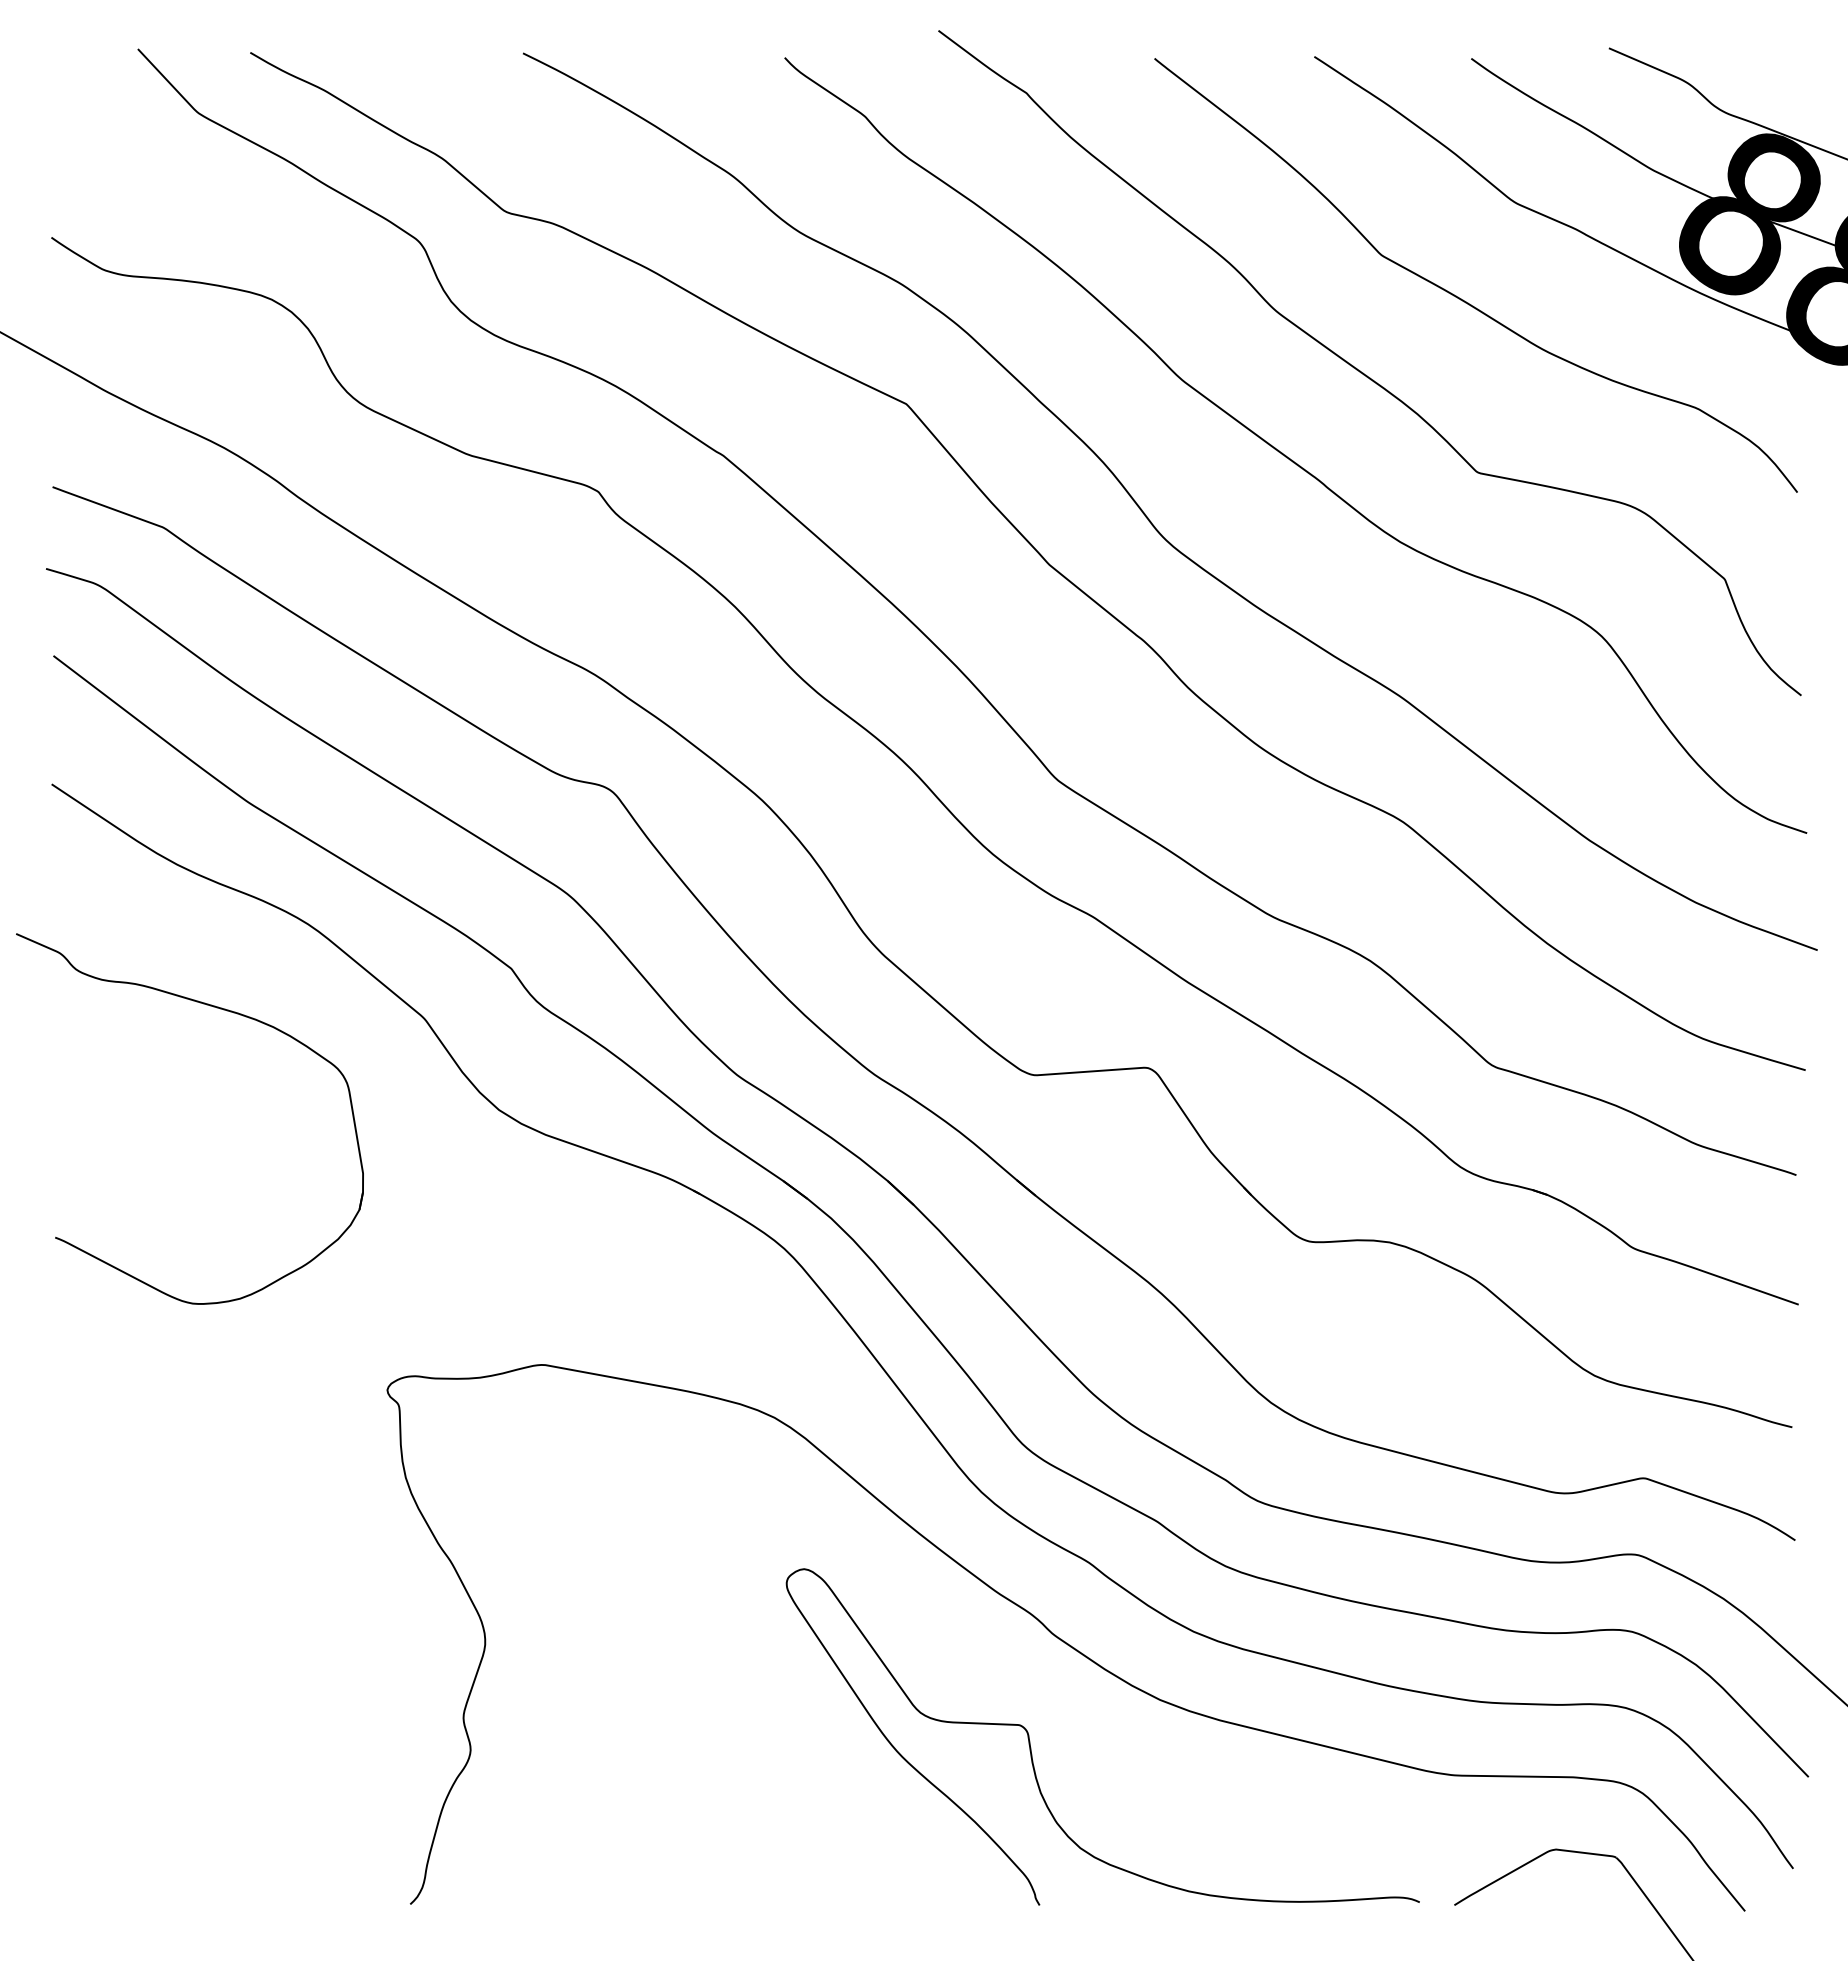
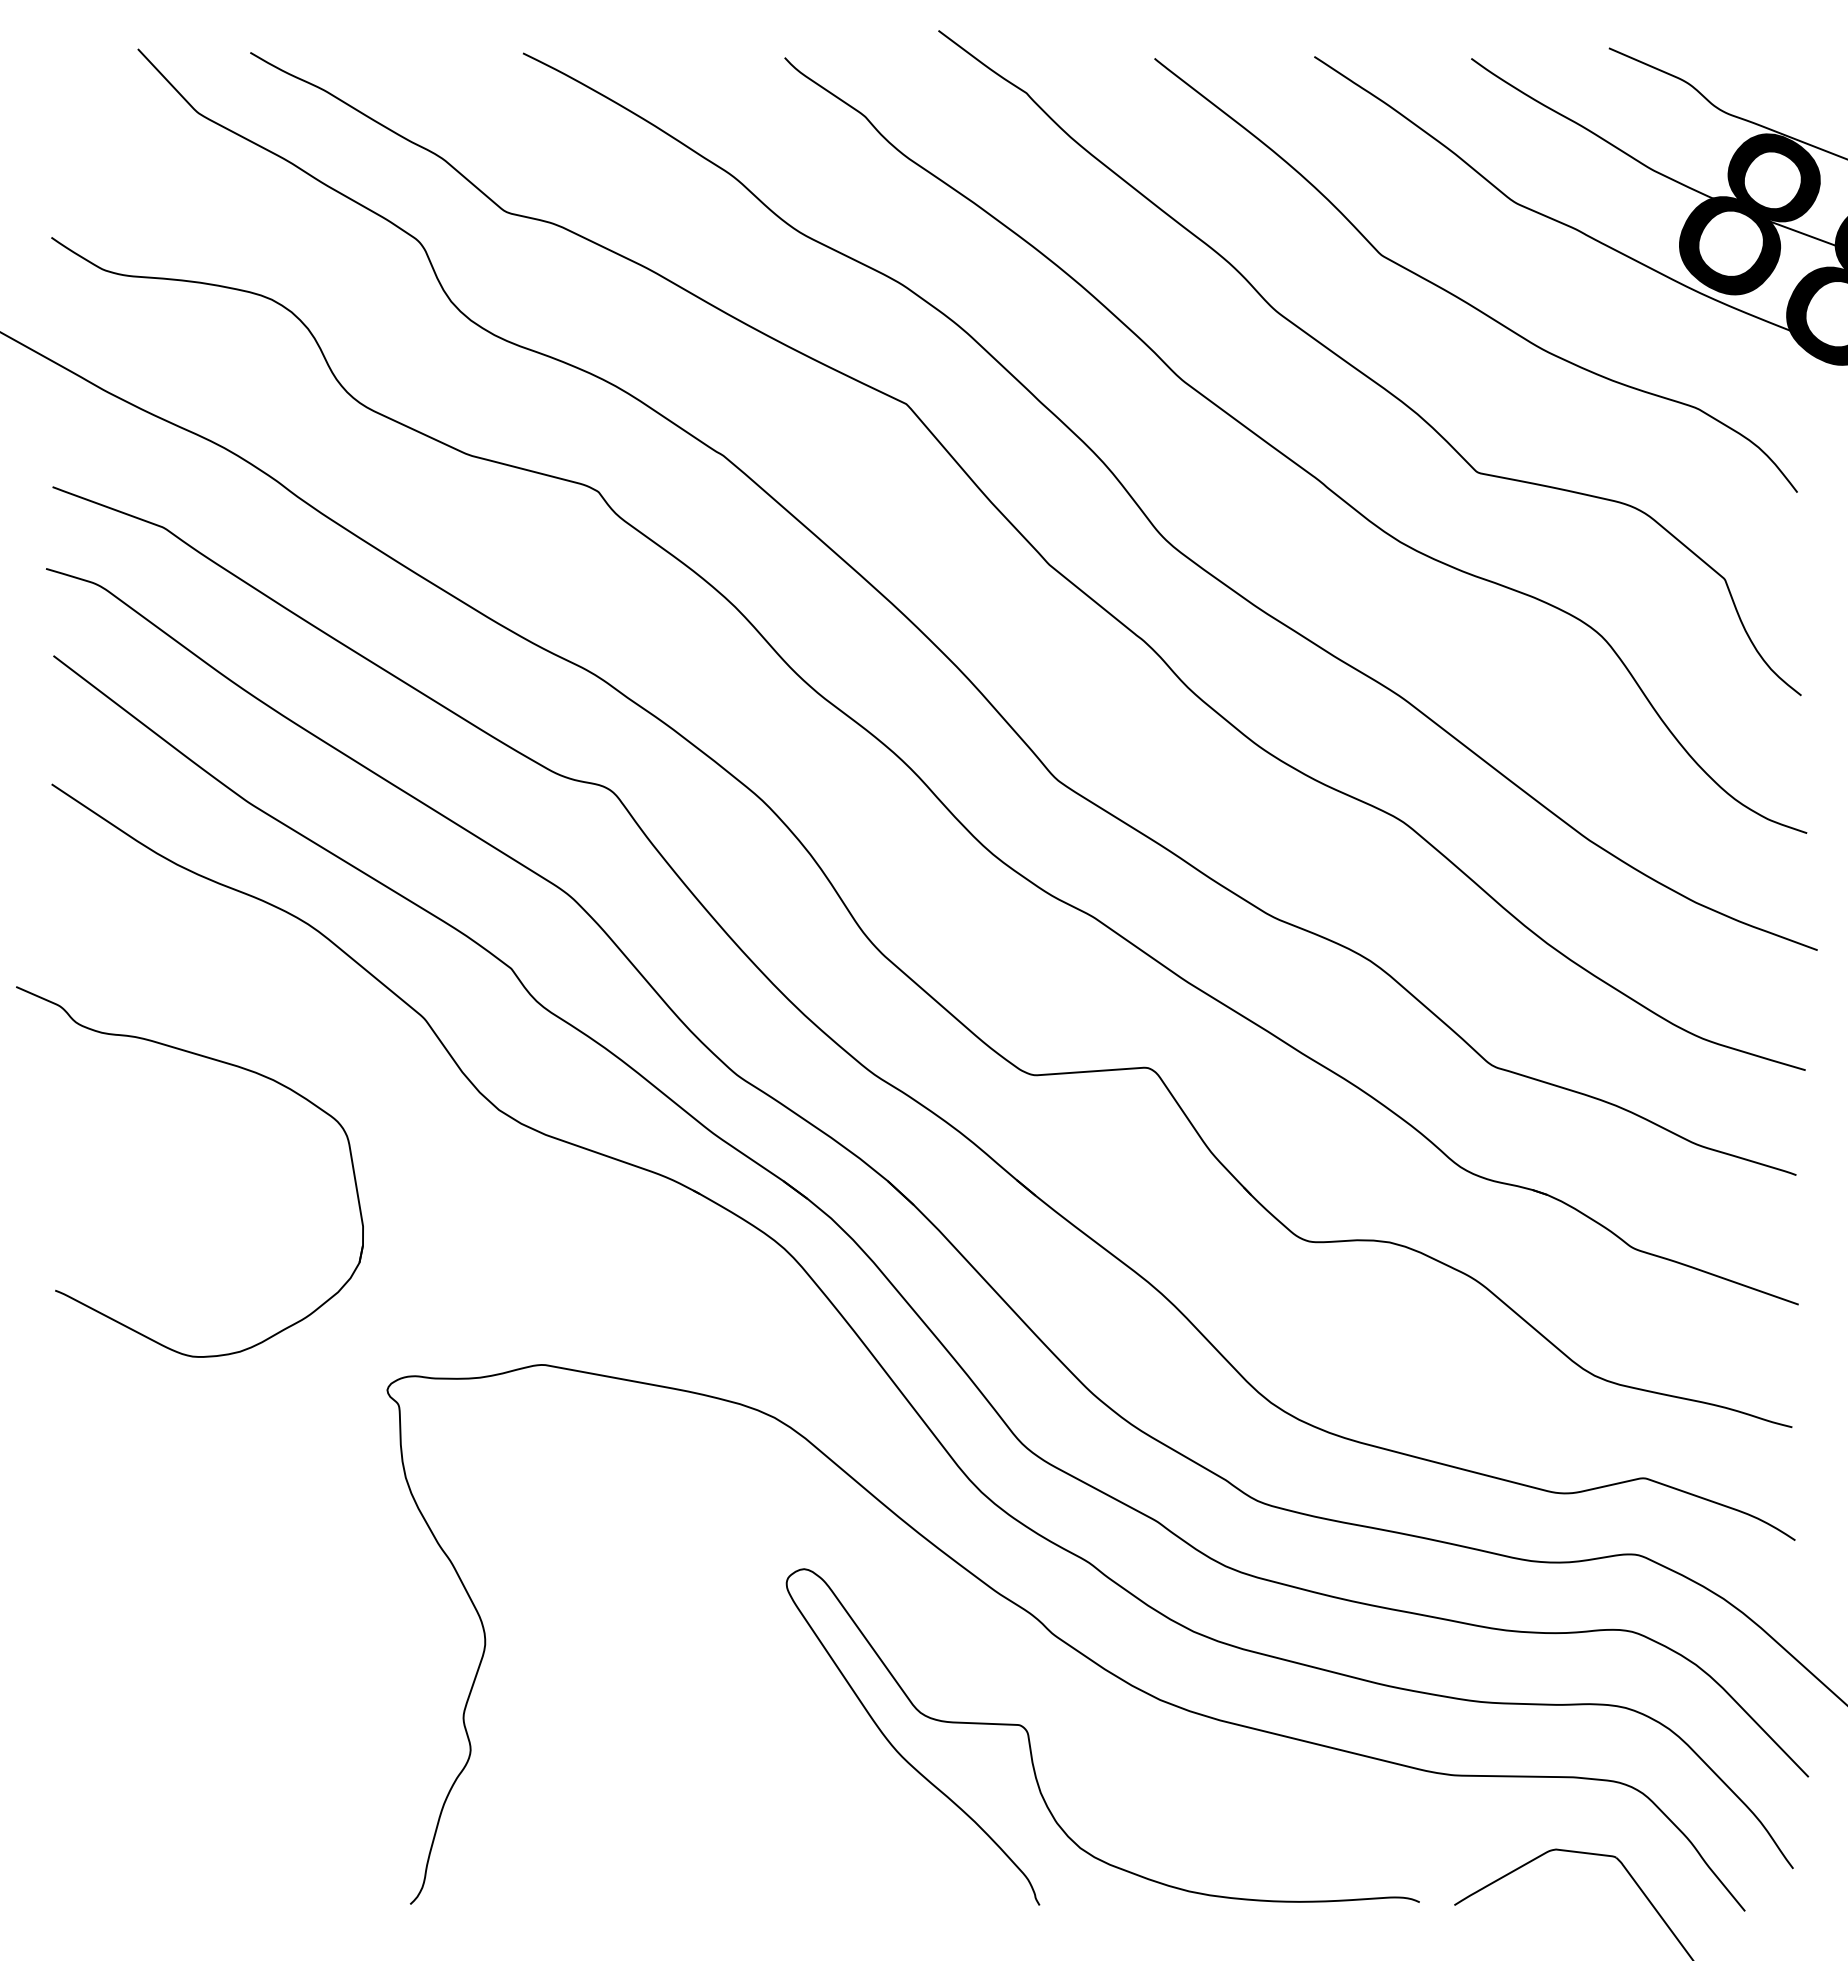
part at (223, 1010) position: (223, 1010) -> (223, 1063)
